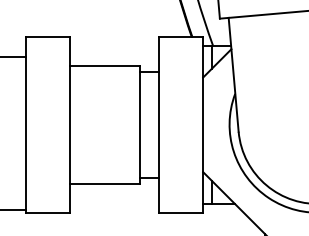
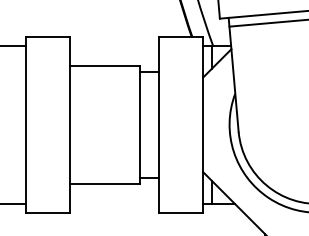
line at (267, 23): none -> present
line at (14, 56) position: (14, 56) -> (14, 45)
line at (14, 209) position: (14, 209) -> (14, 203)
